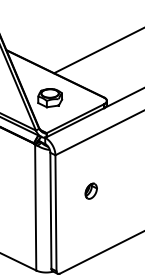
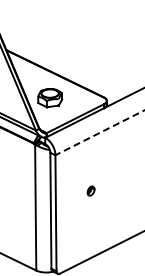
line at (97, 51): present -> none
line at (100, 132): solid -> dashed
part at (90, 190) size: 14x18 px -> 10x12 px
